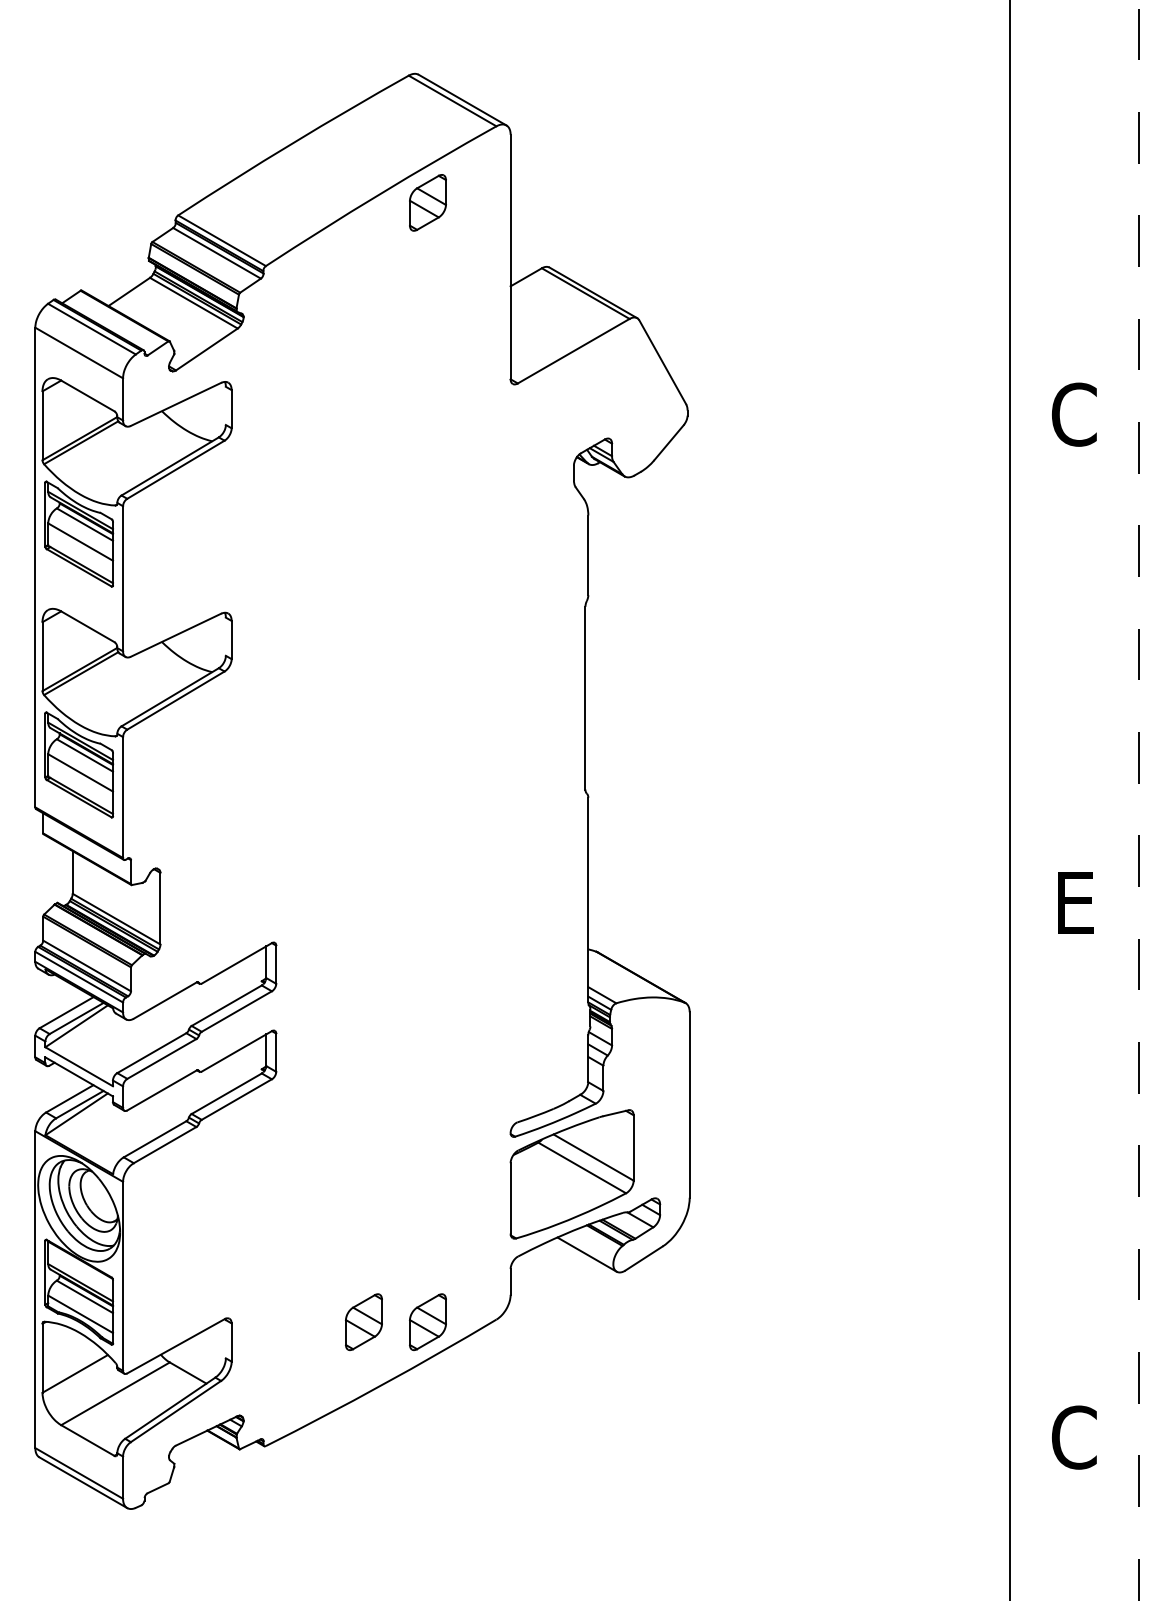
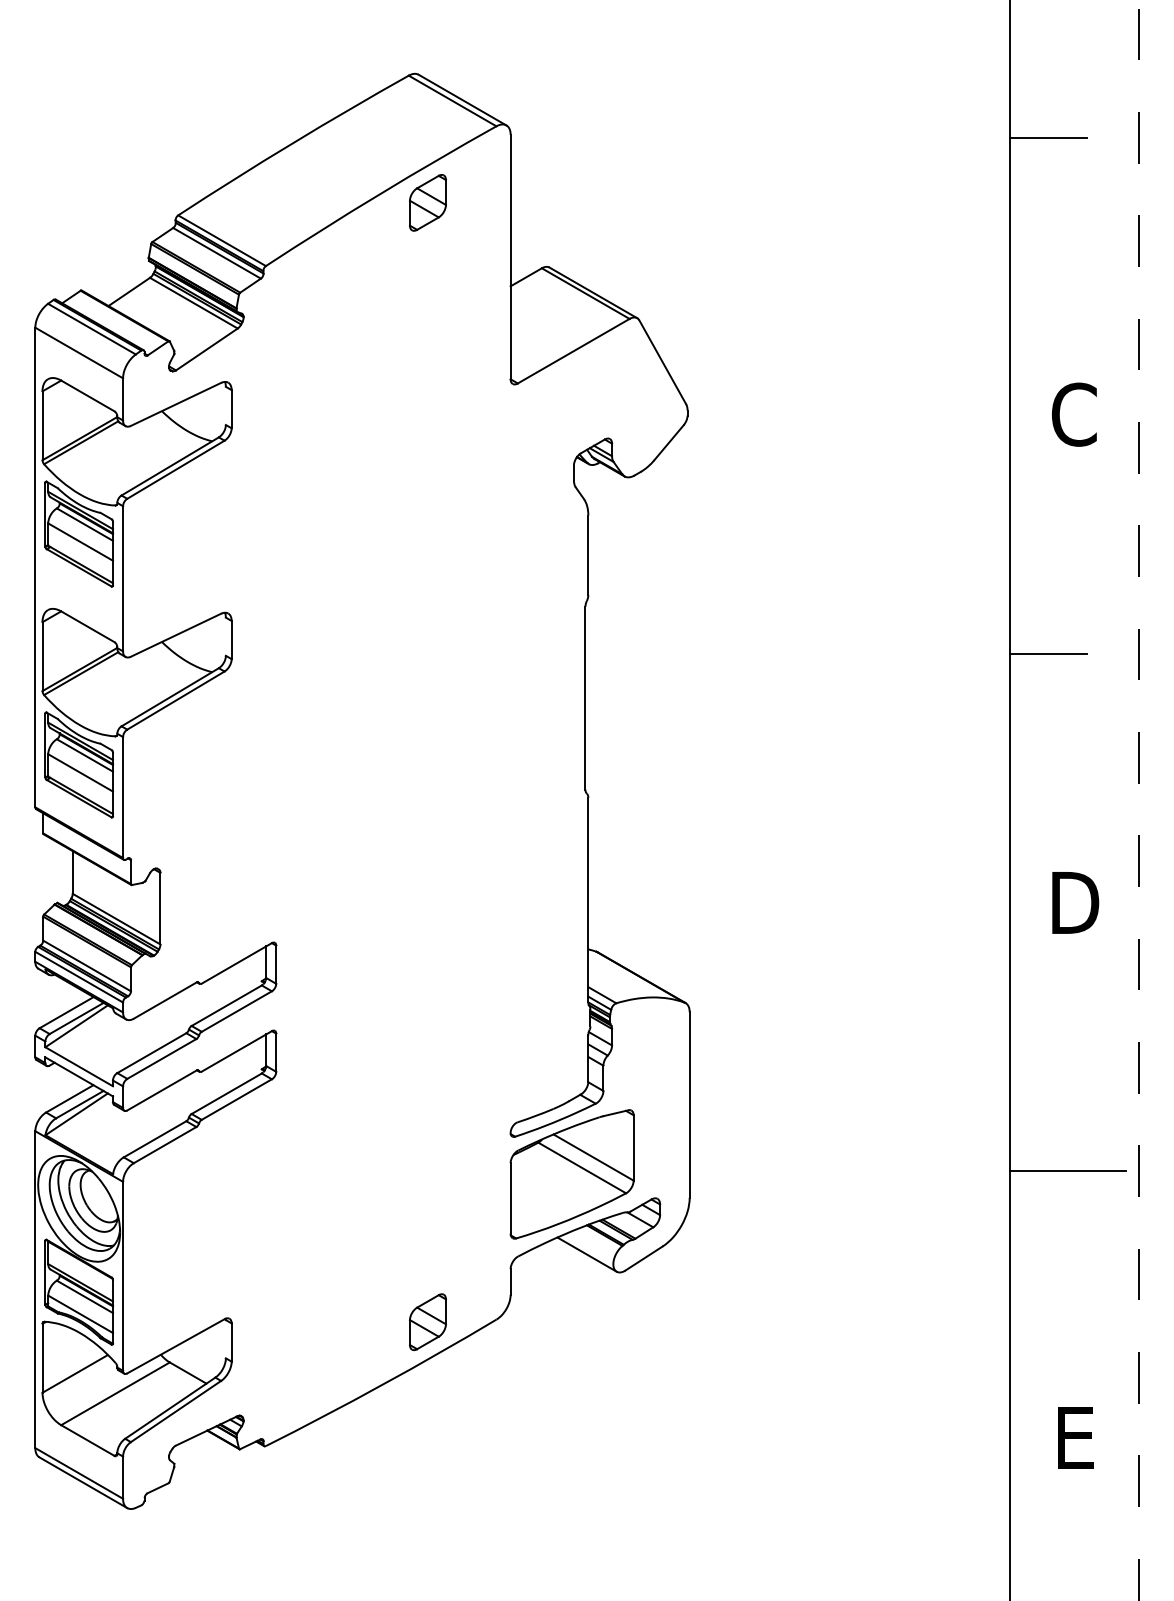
line at (1047, 137): none -> present
line at (1047, 654): none -> present
text at (1075, 902): E -> D
line at (1067, 1171): none -> present
part at (363, 1321): present -> none
text at (1073, 1437): C -> E
